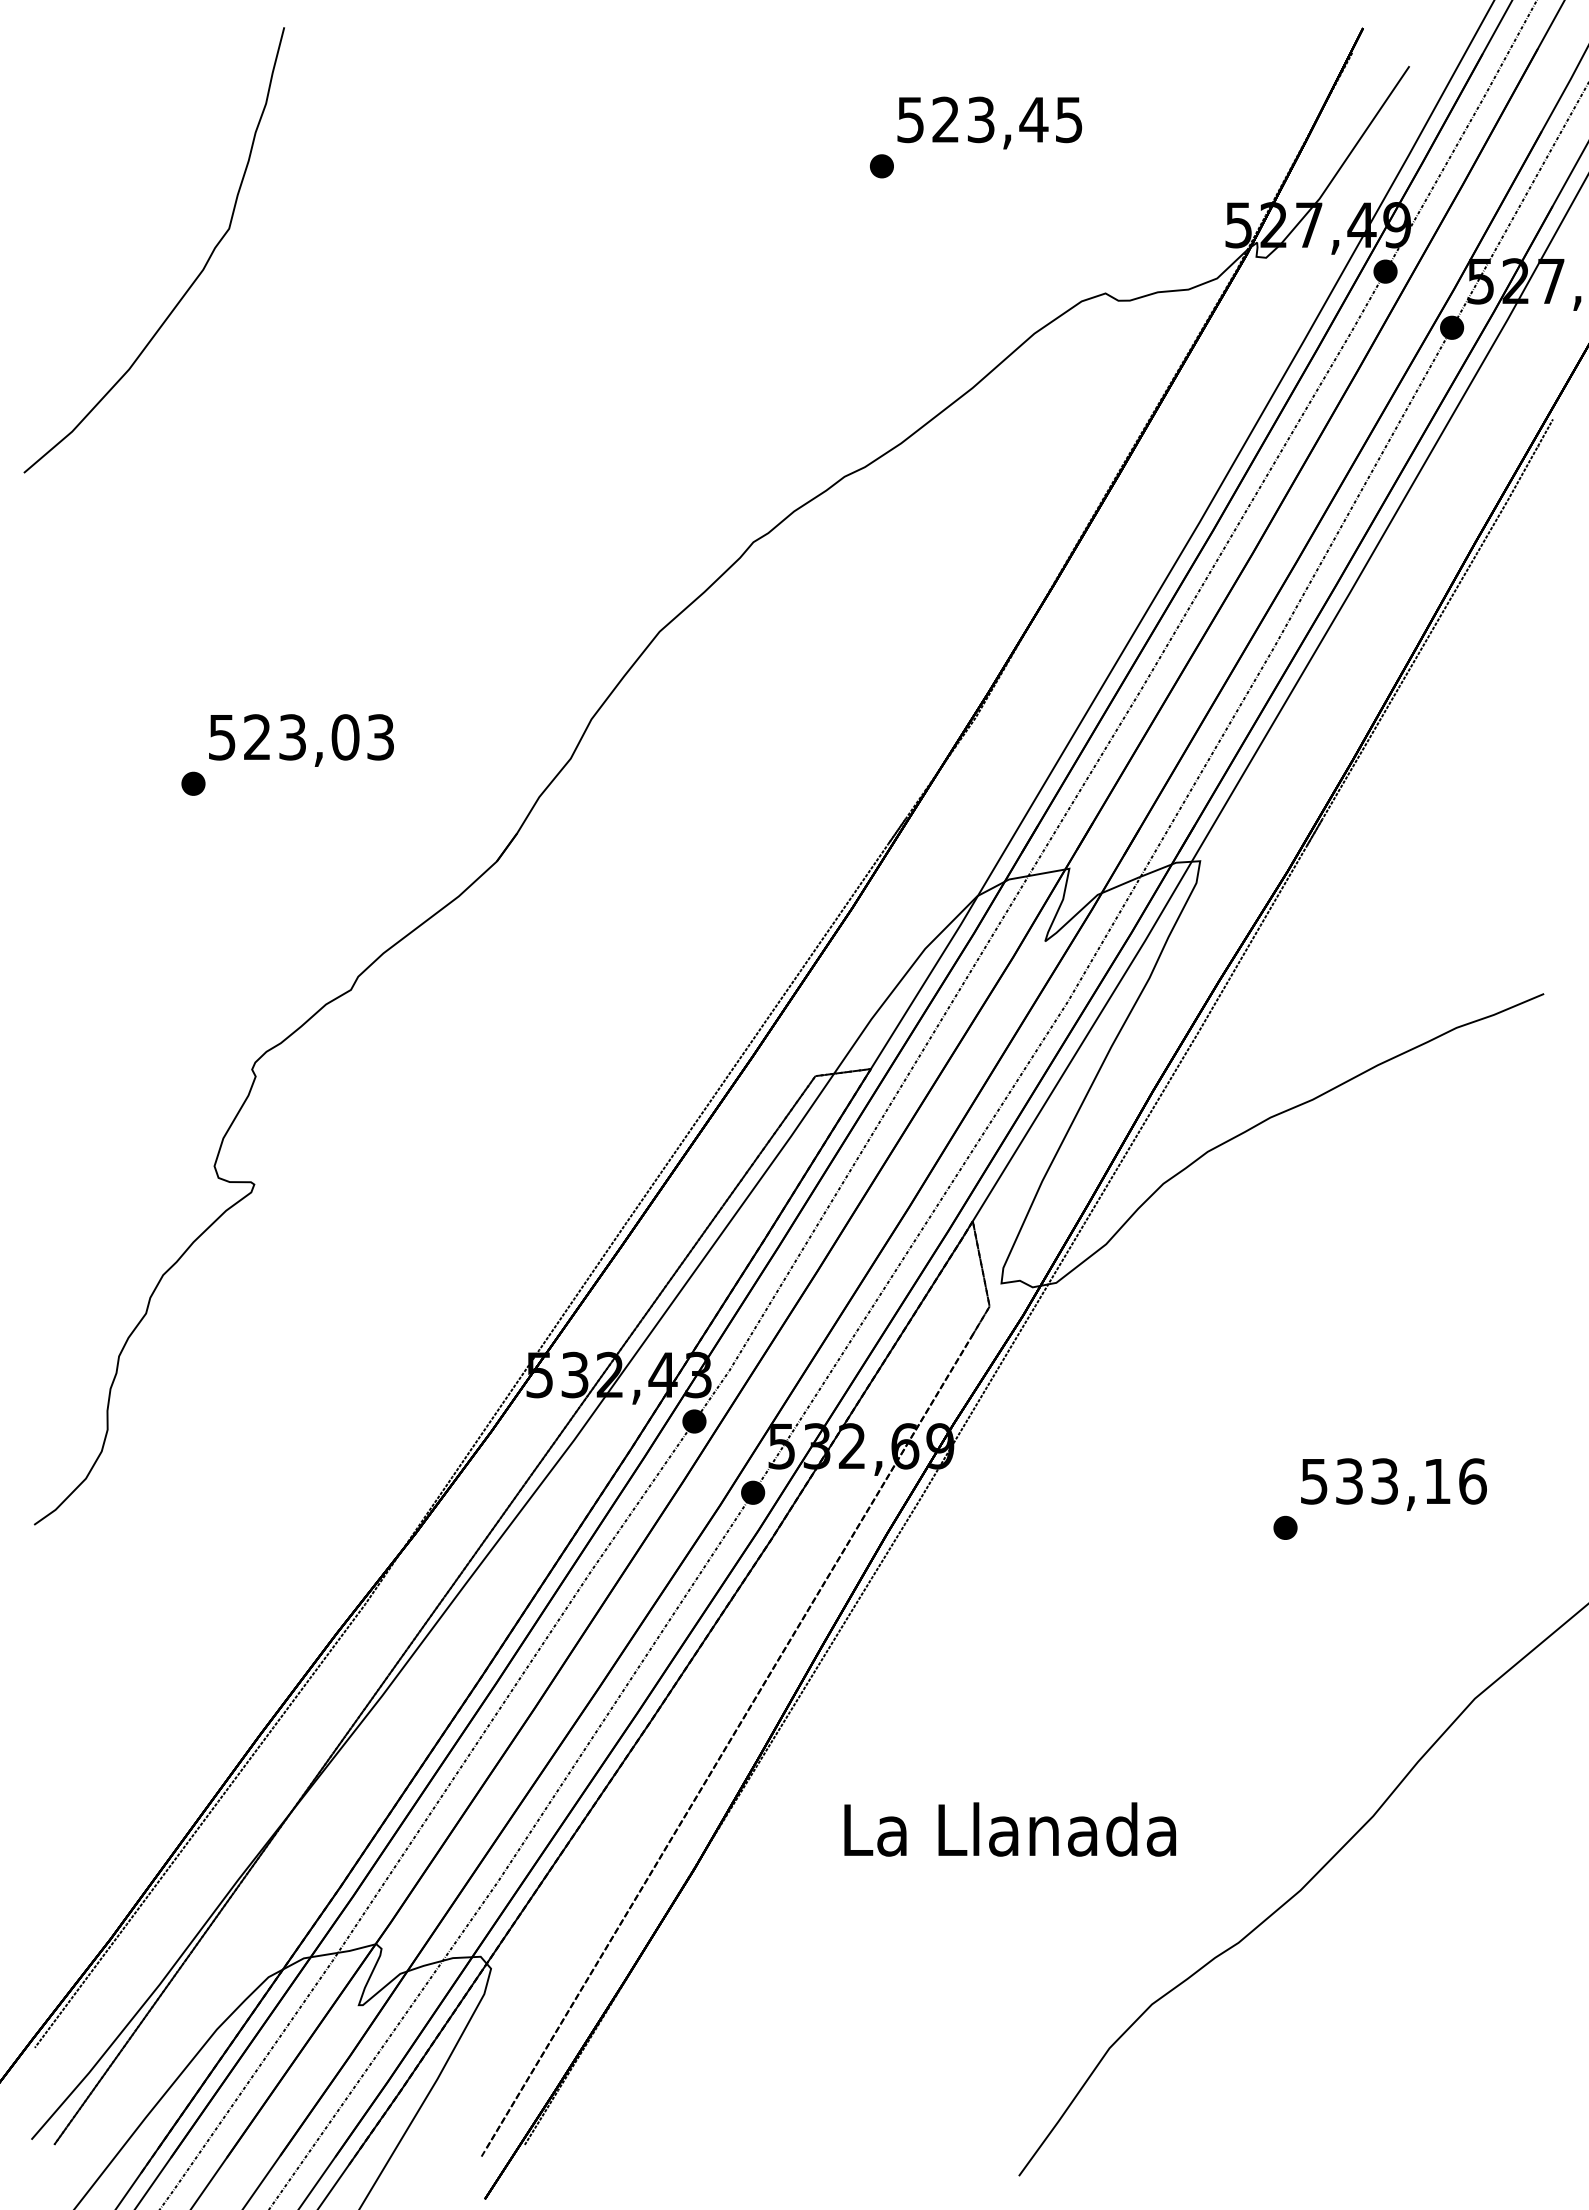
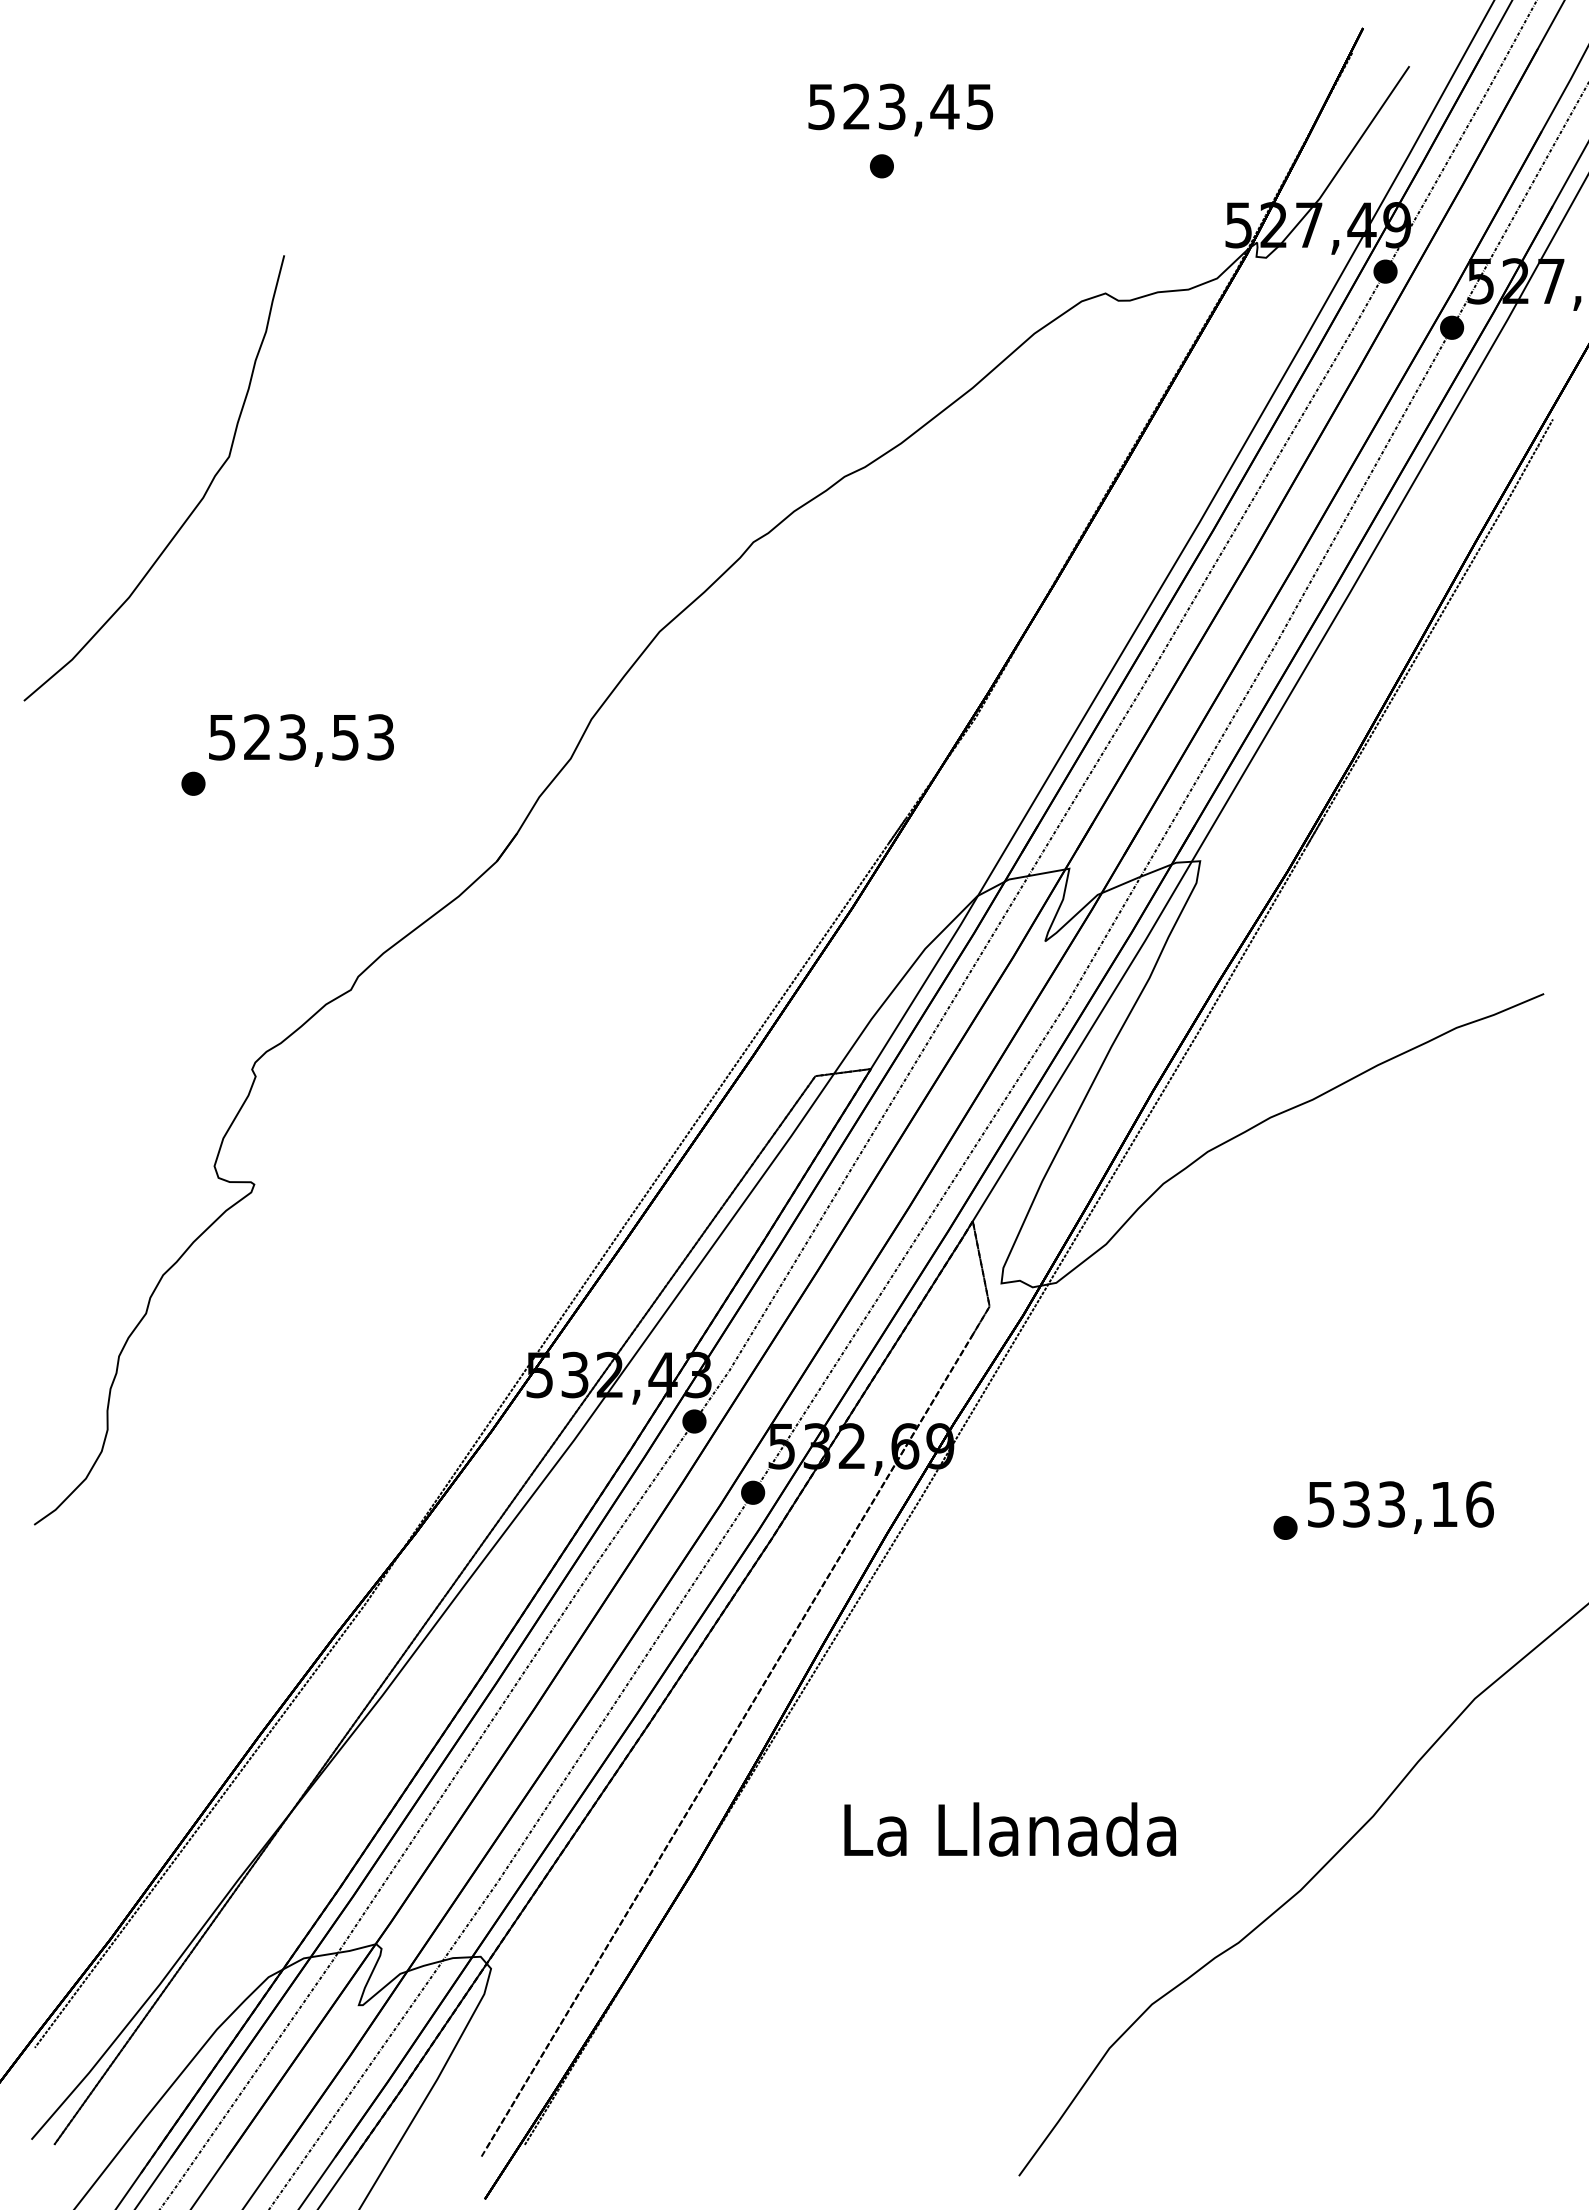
text at (989, 122) position: (989, 122) -> (900, 109)
curve at (194, 279) position: (194, 279) -> (194, 507)
text at (345, 737): 523,03 -> 523,53
text at (1393, 1484) position: (1393, 1484) -> (1400, 1507)
